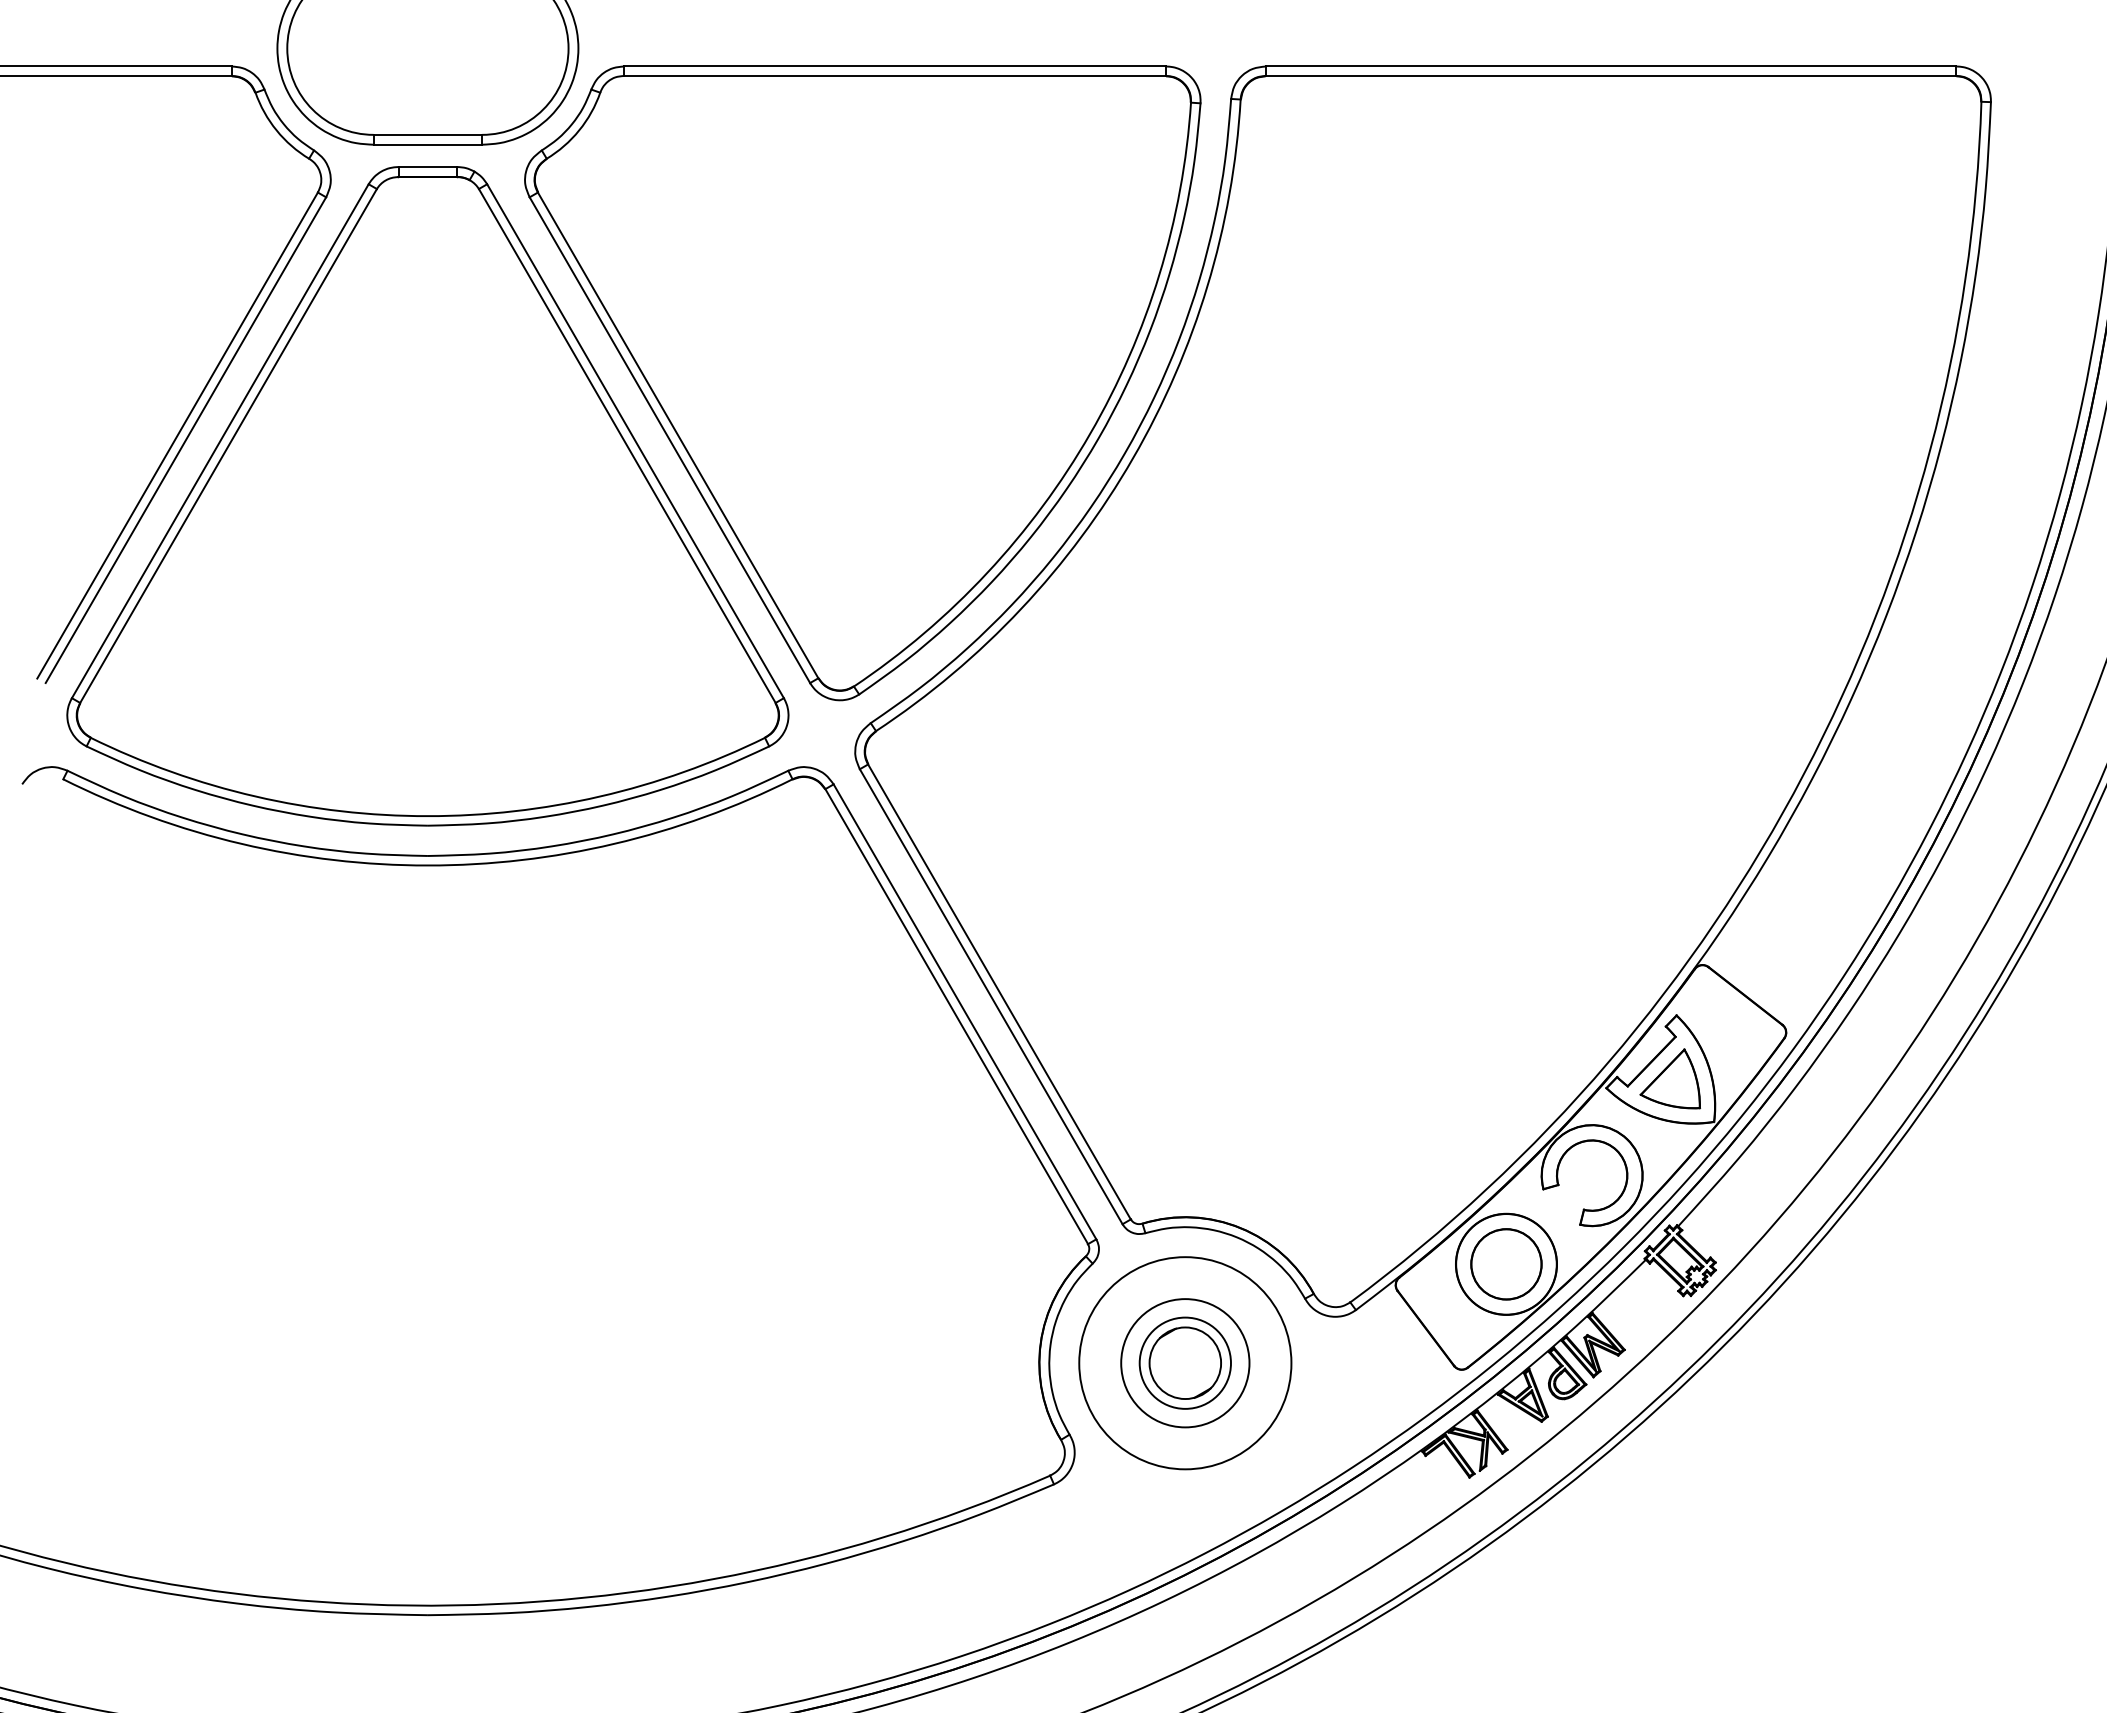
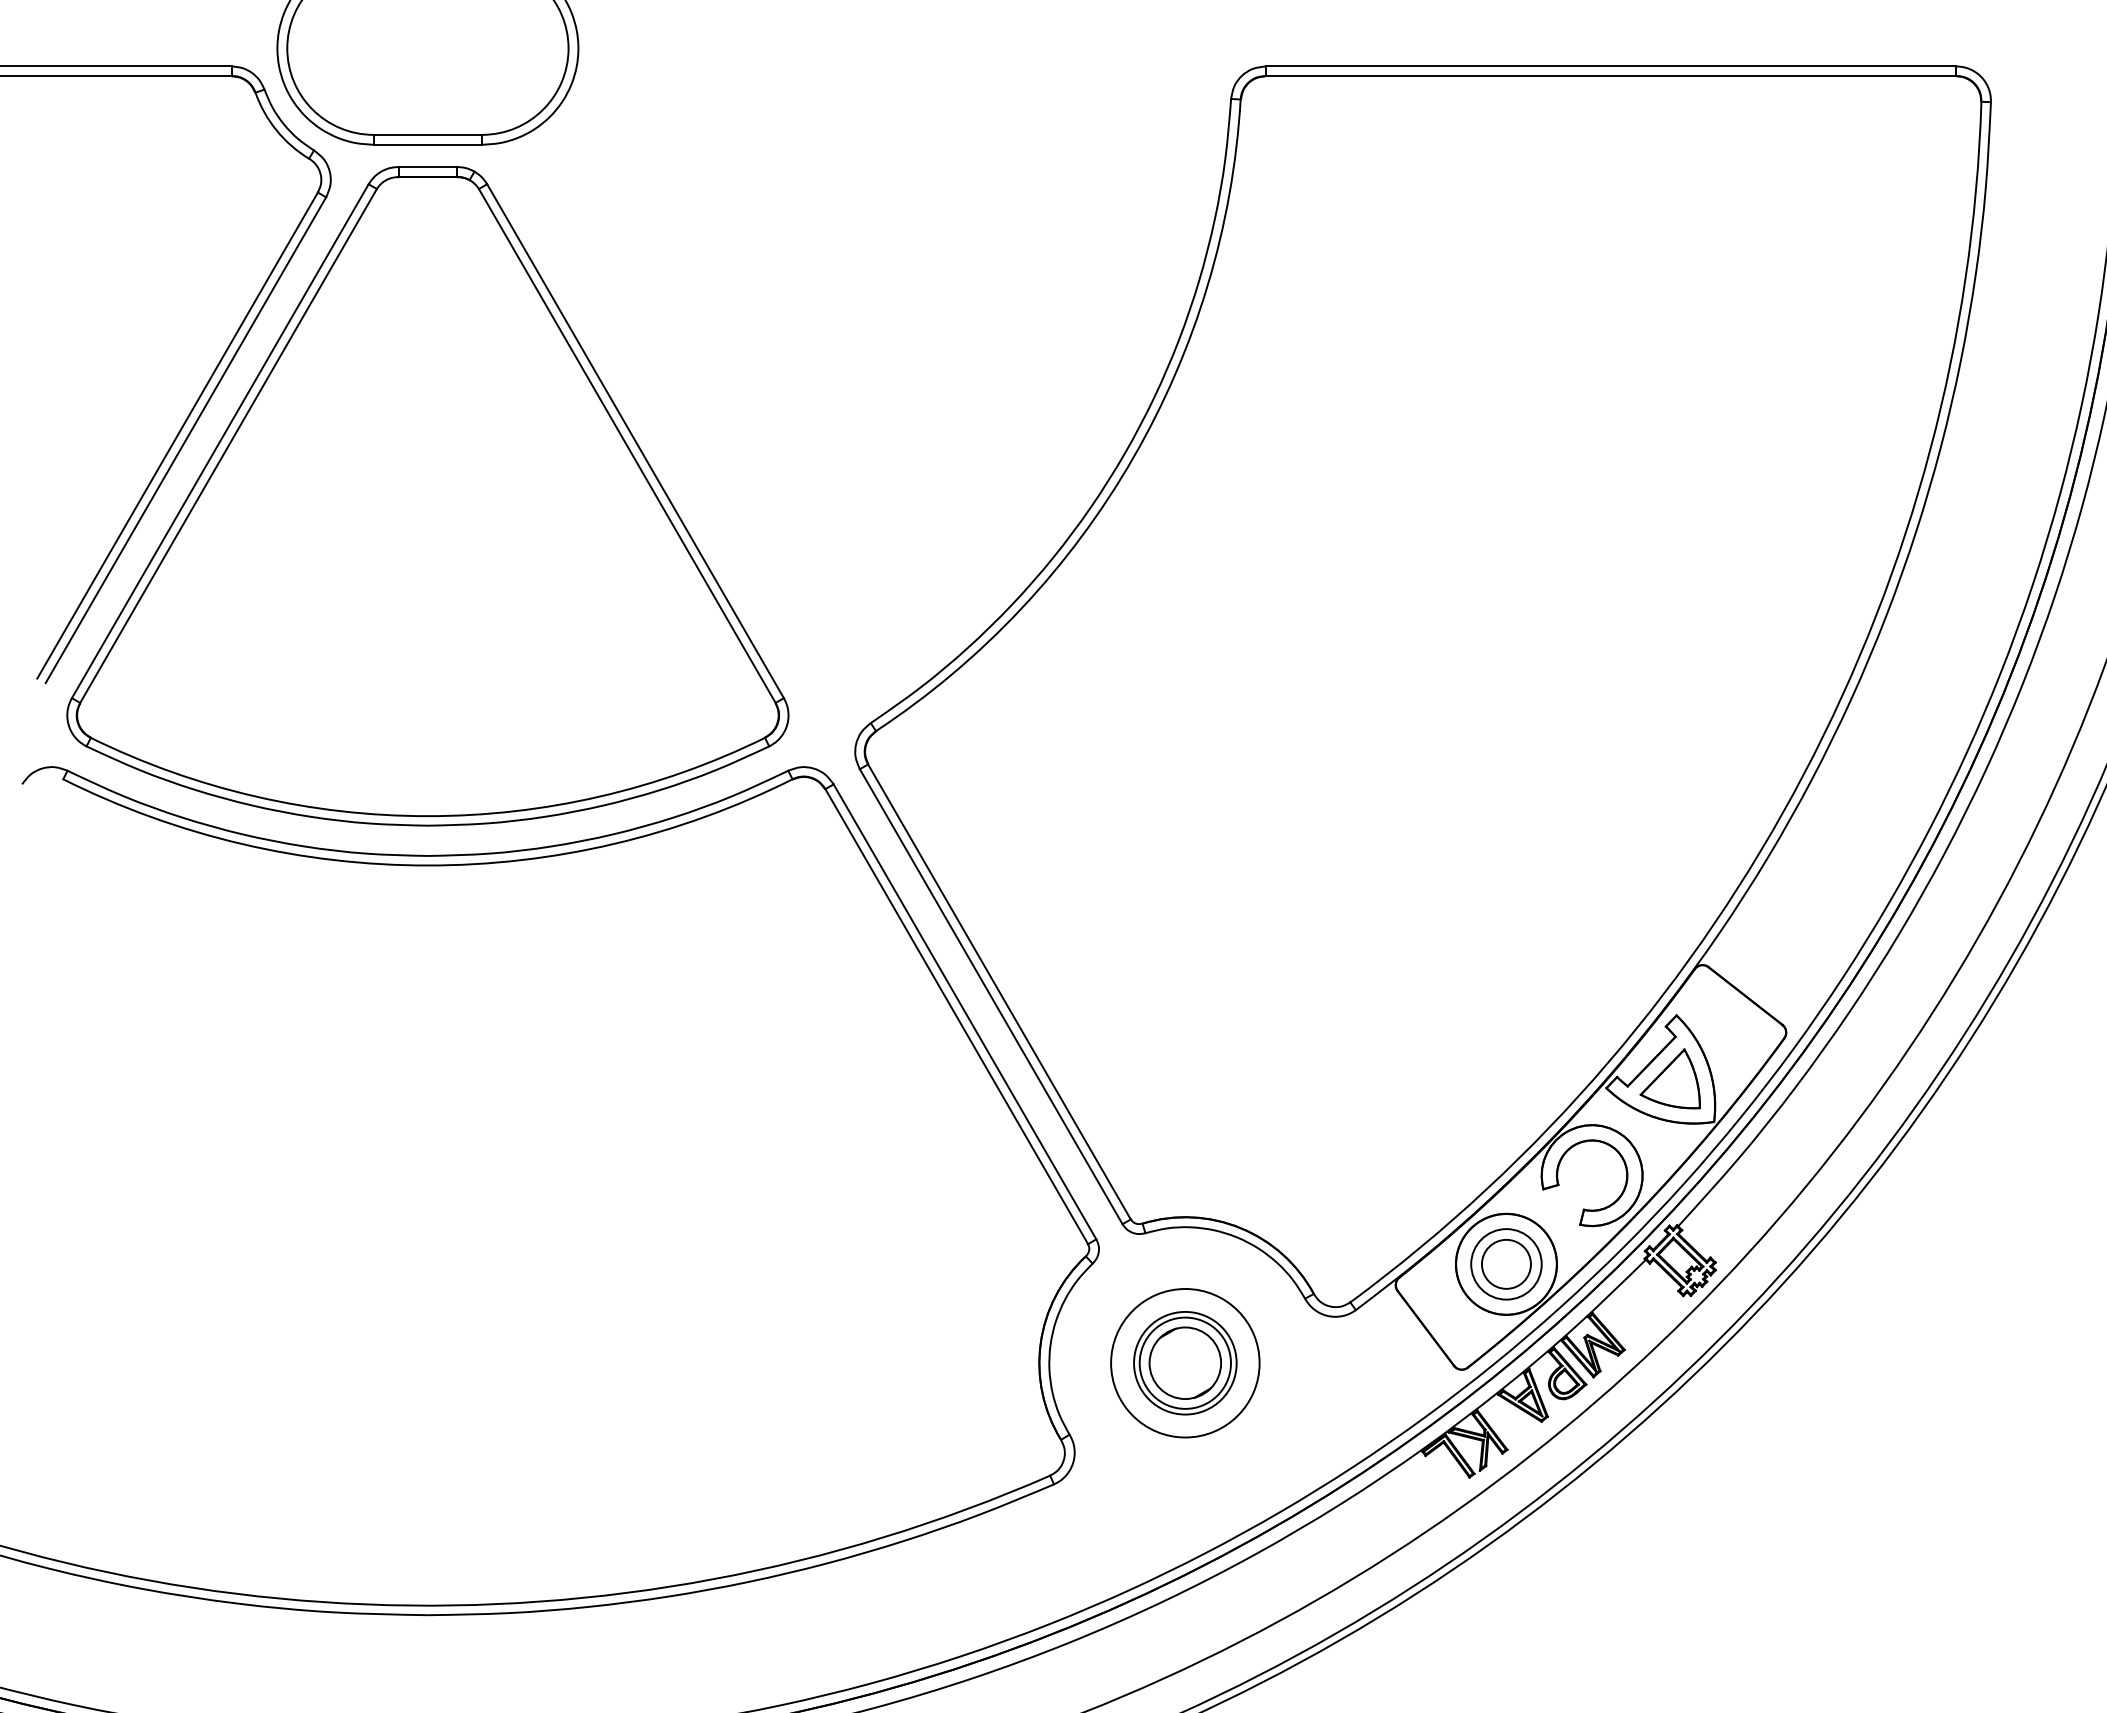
part at (862, 383): present -> none
circle at (1506, 1264) diameter: 70 px -> 49 px
circle at (1185, 1363) diameter: 128 px -> 103 px
circle at (1185, 1363) diameter: 212 px -> 149 px
